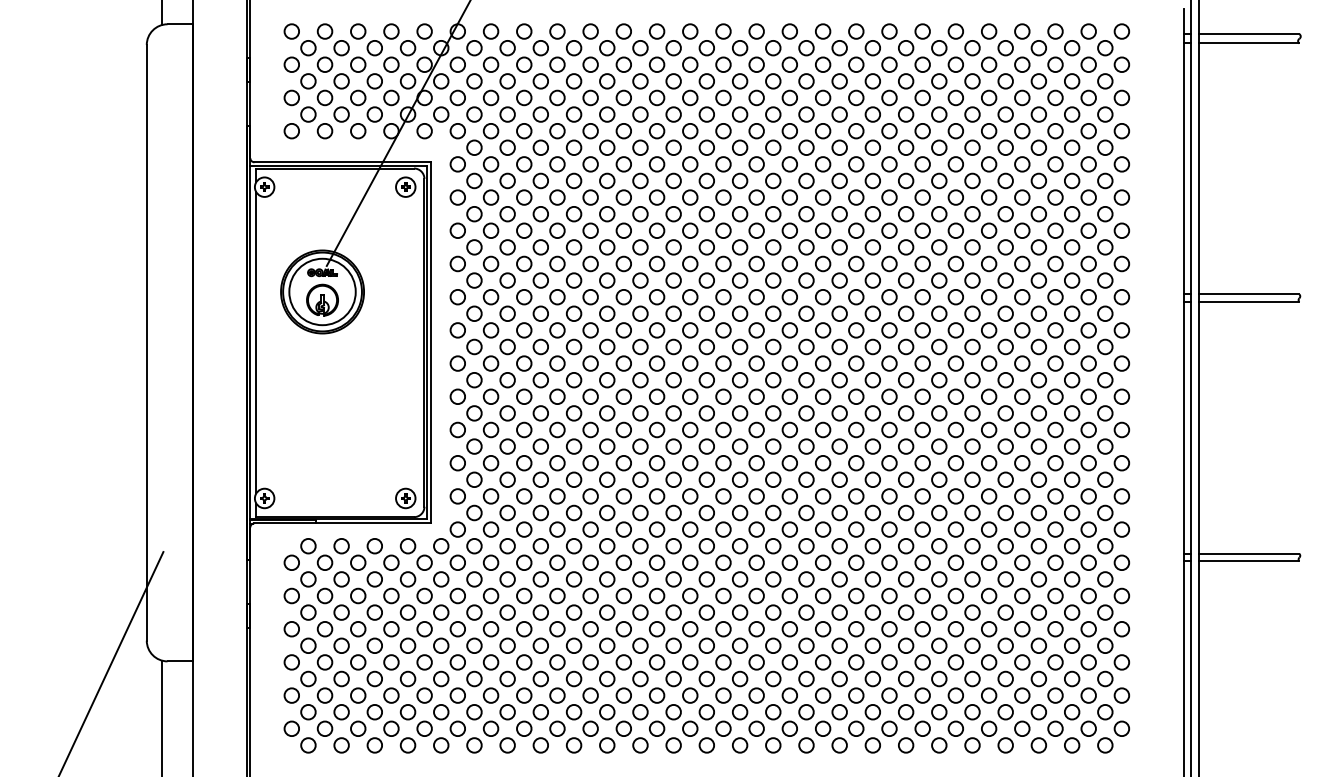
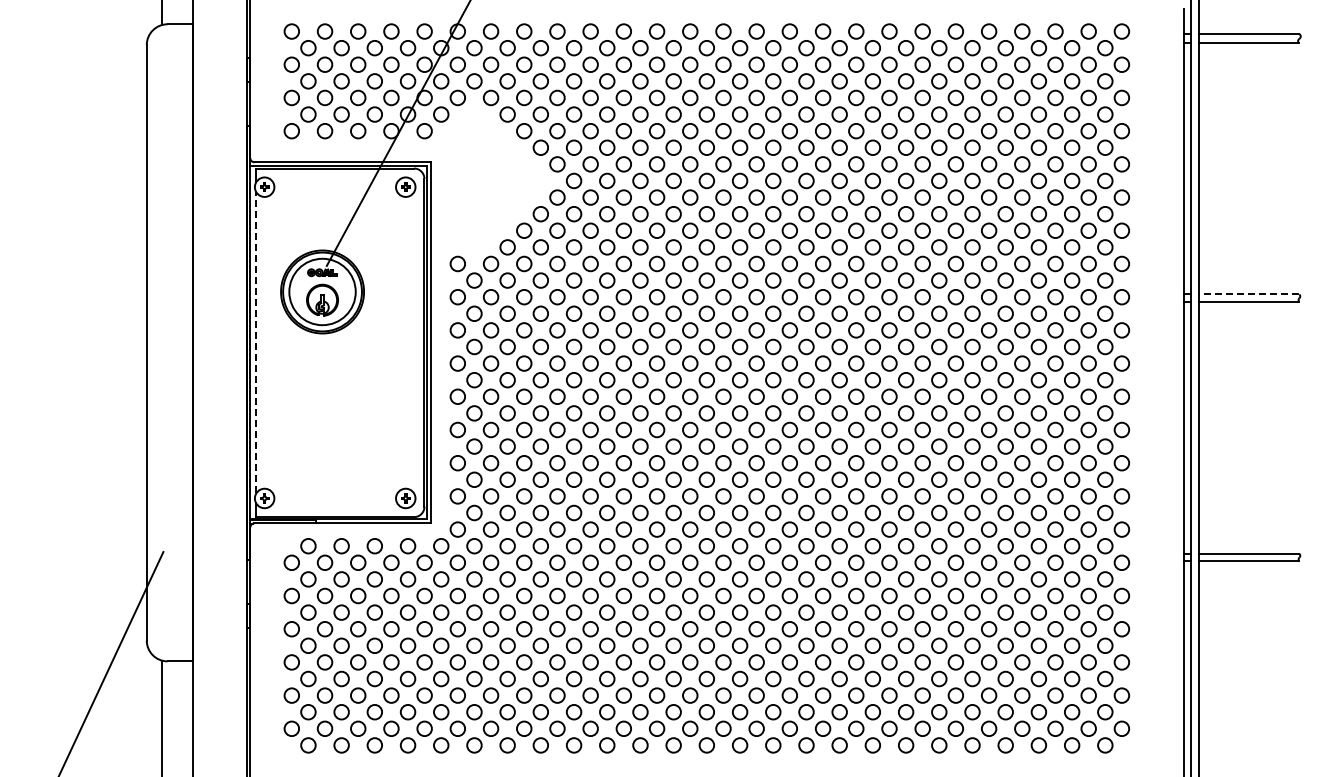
part at (498, 180): present -> none
line at (1248, 294): solid -> dashed
line at (256, 342): solid -> dashed
